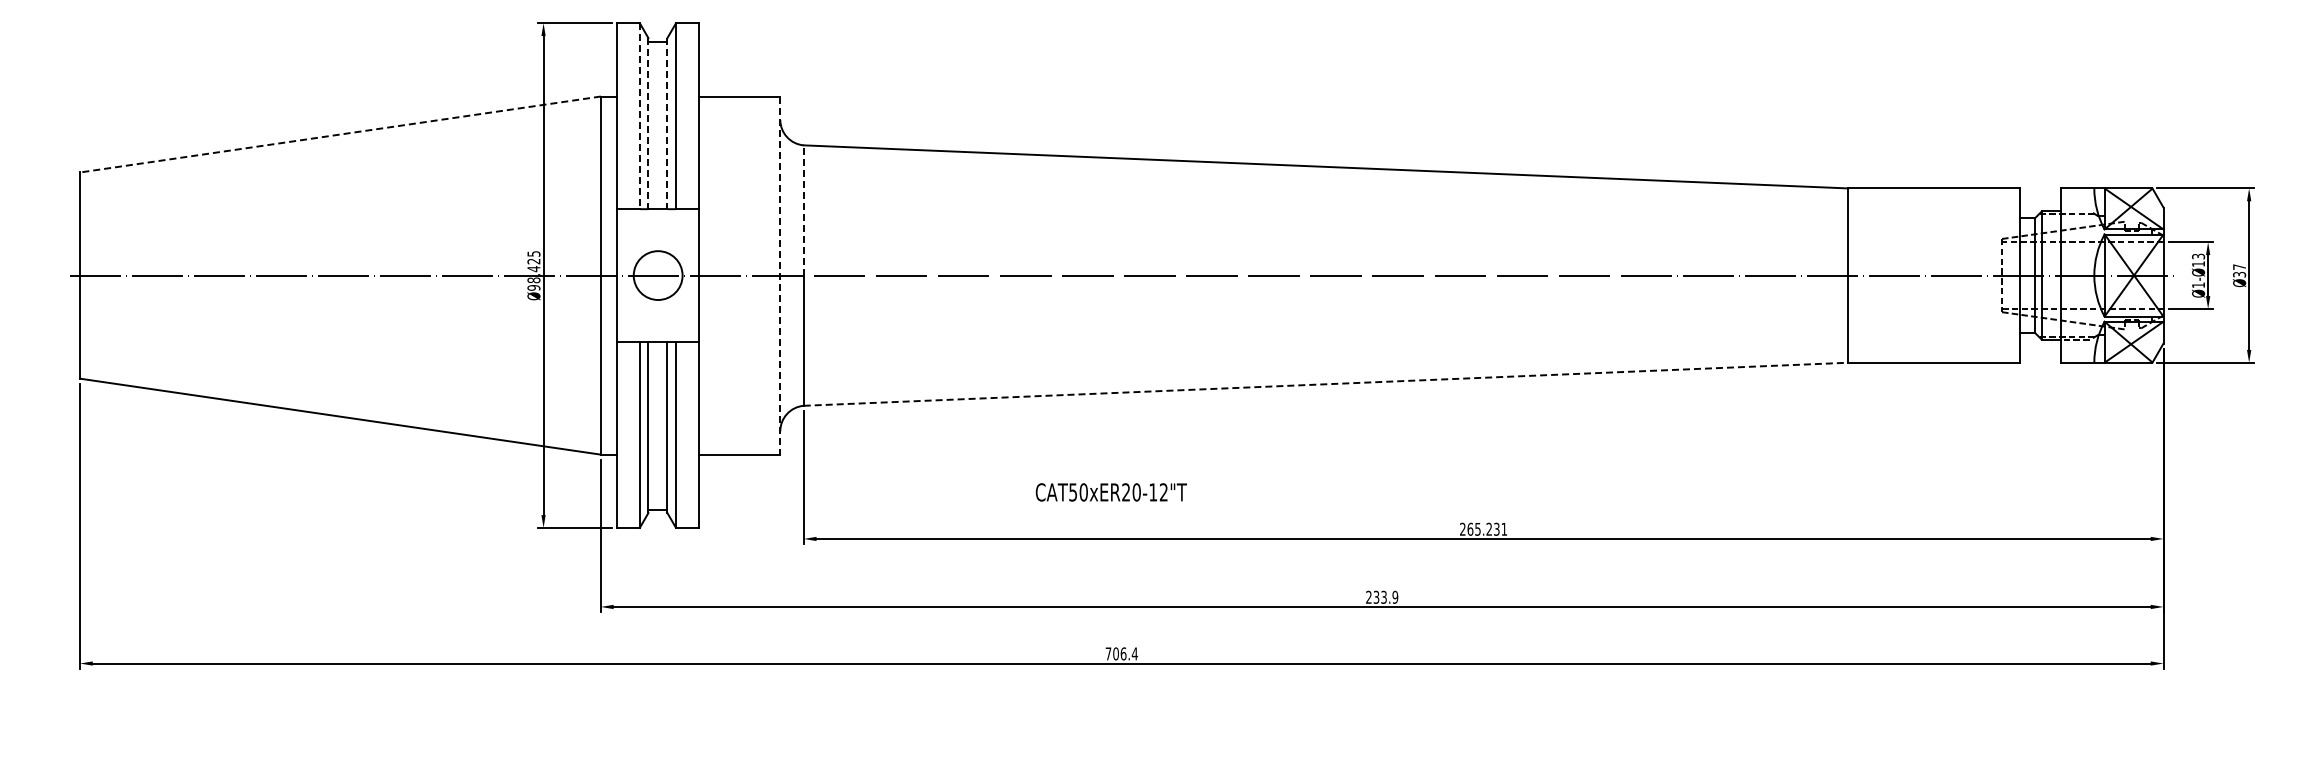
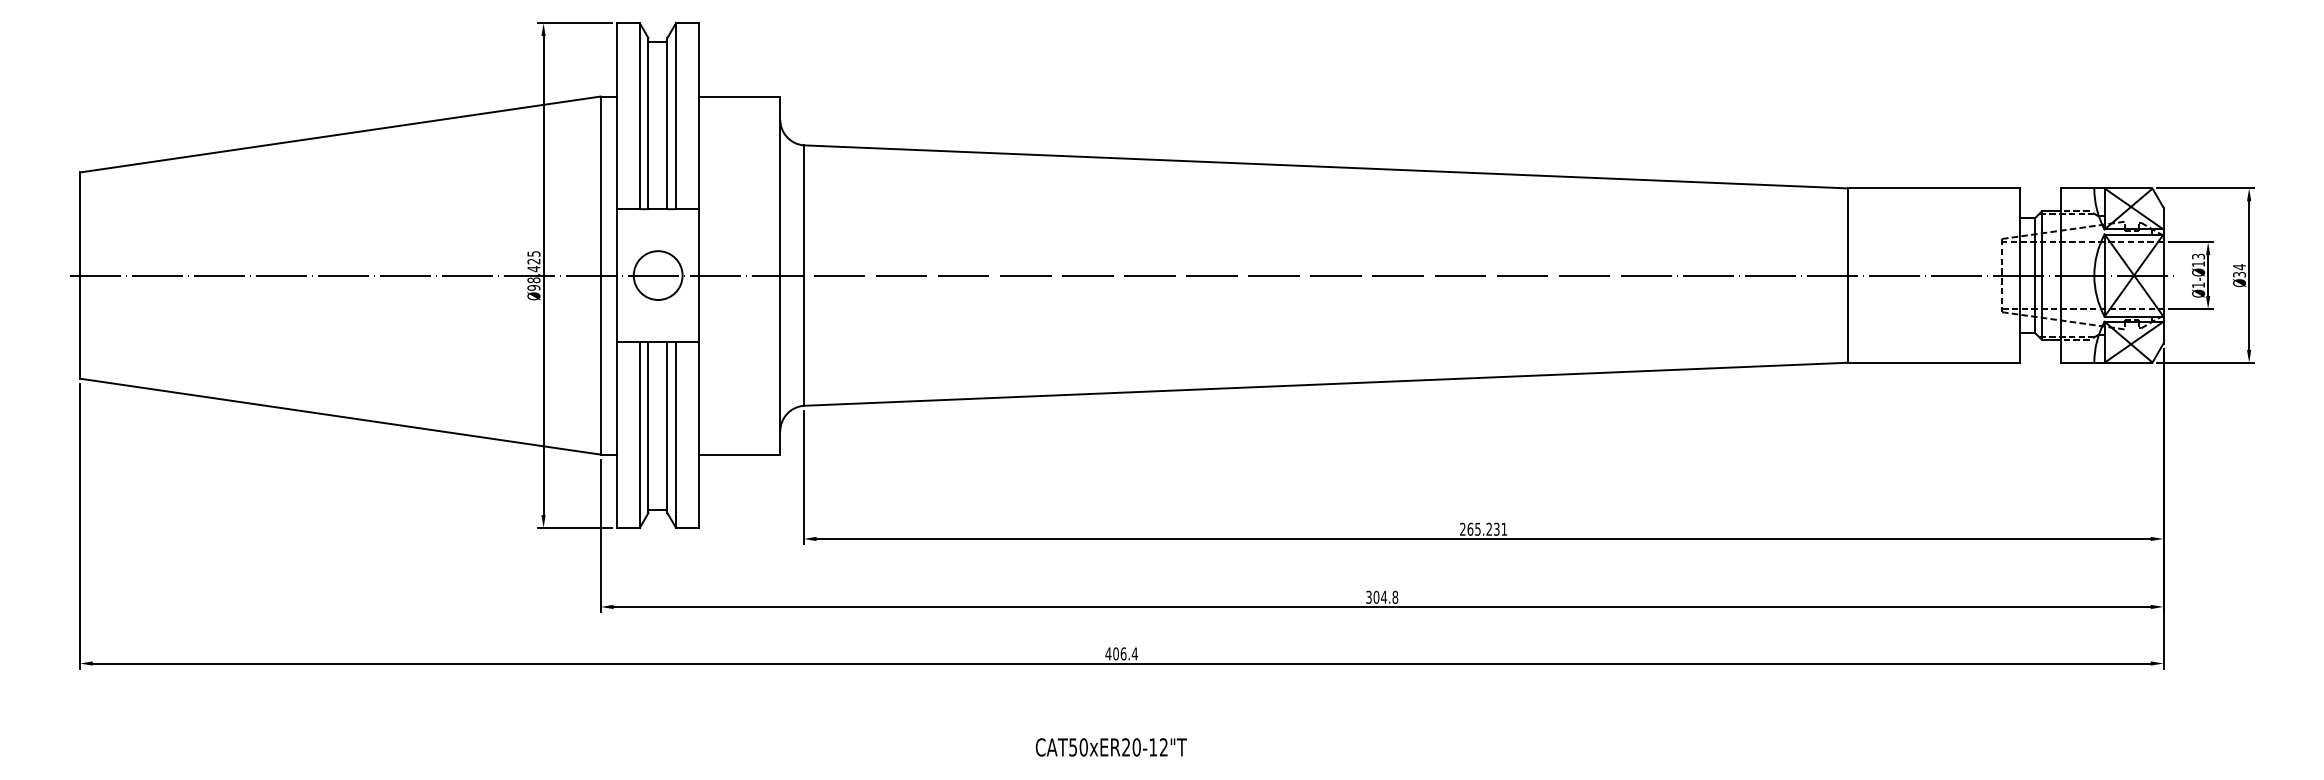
line at (639, 116): dashed -> solid
line at (648, 123): dashed -> solid
line at (667, 123): dashed -> solid
line at (339, 134): dashed -> solid
line at (803, 209): dashed -> solid
line at (2076, 211): none -> present
text at (2239, 267): 37 -> 34
line at (780, 276): dashed -> solid
line at (1325, 384): dashed -> solid
text at (1110, 492) position: (1110, 492) -> (1110, 747)
text at (1382, 596): 233.9 -> 304.8
text at (1108, 653): 706.4 -> 406.4
